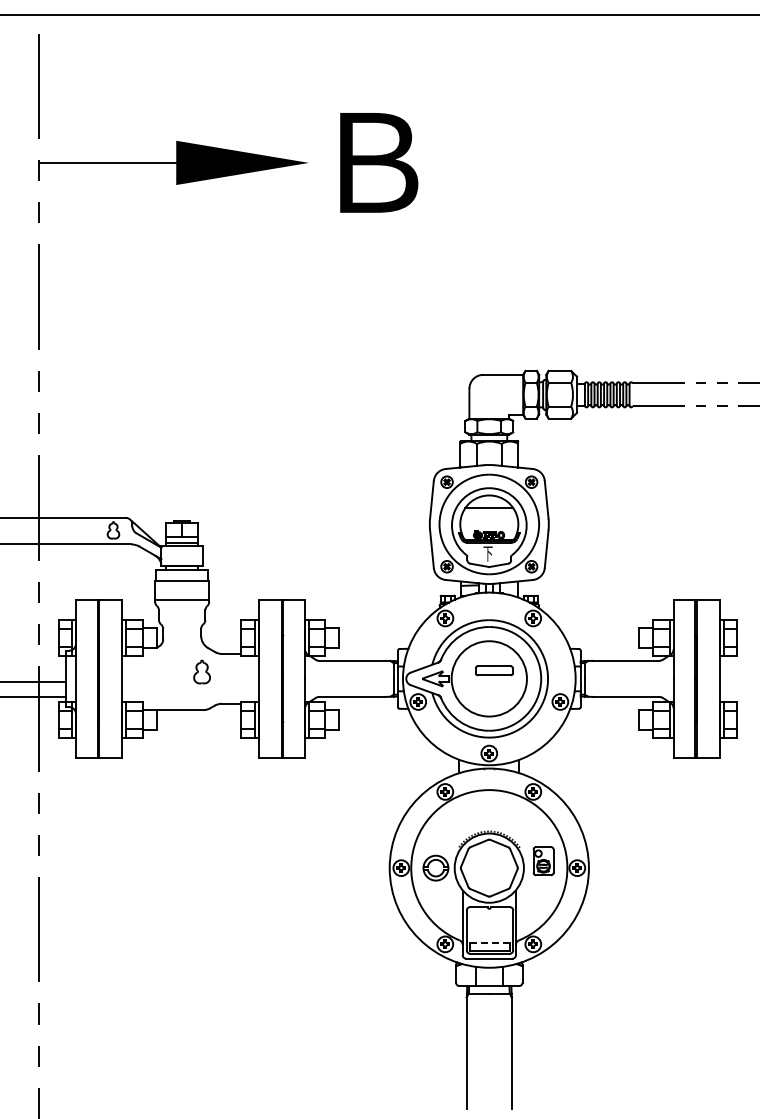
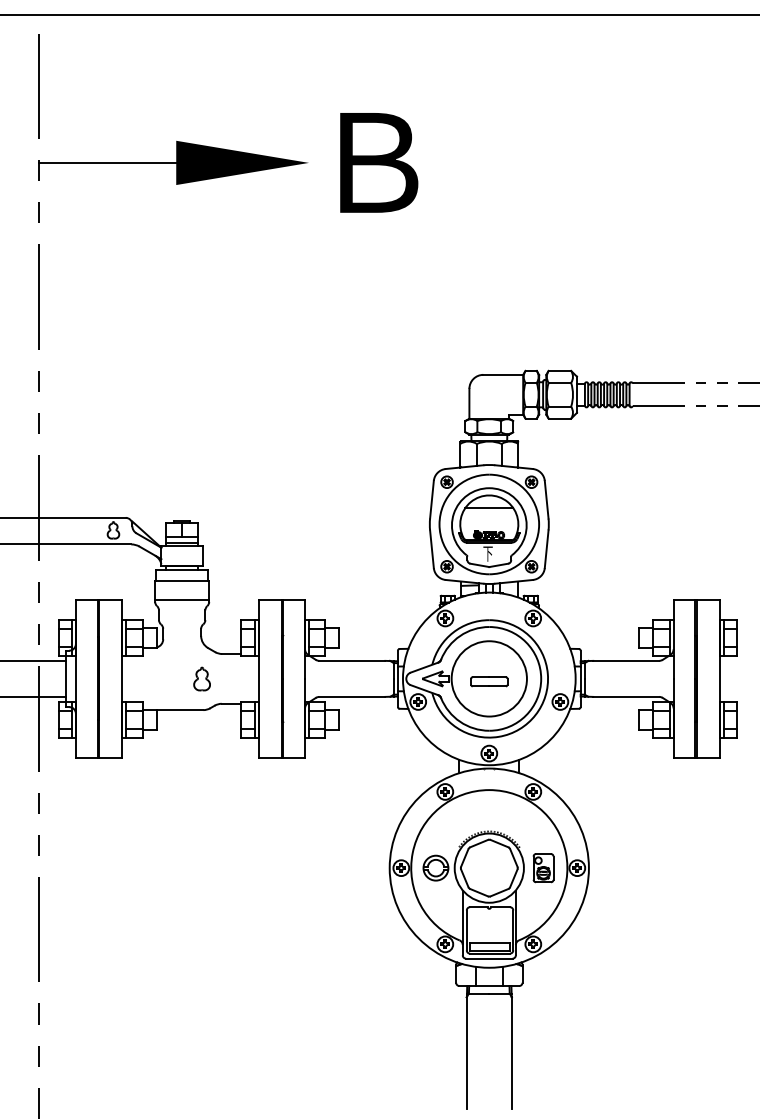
part at (494, 670) position: (494, 670) -> (489, 681)
part at (201, 671) position: (201, 671) -> (201, 678)
line at (33, 681) position: (33, 681) -> (33, 660)
part at (543, 861) position: (543, 861) -> (543, 868)
line at (490, 942): dashed -> solid
